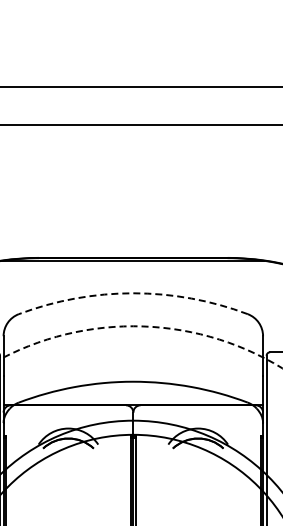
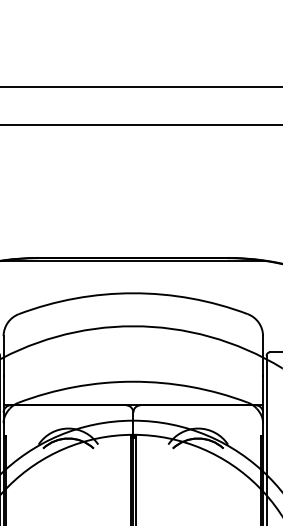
arc at (133, 293): dashed -> solid
arc at (143, 326): dashed -> solid
